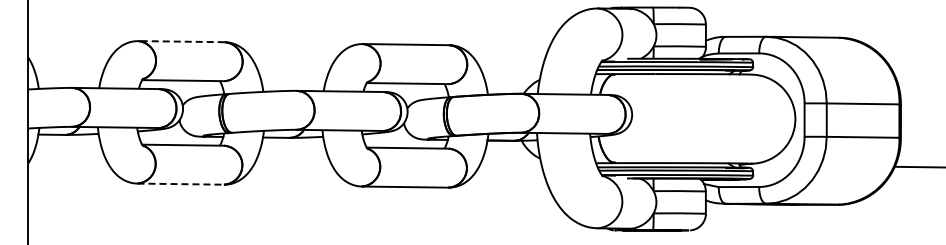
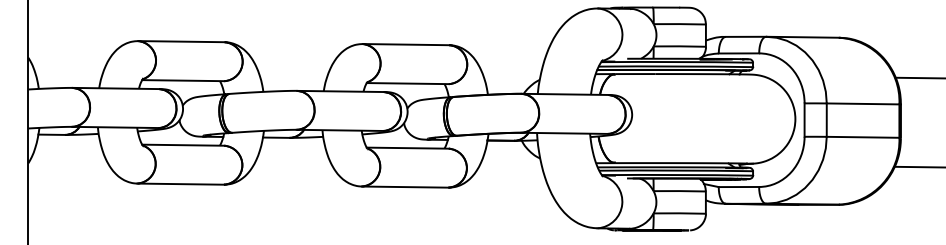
line at (181, 41): dashed -> solid
line at (918, 77): none -> present
line at (181, 184): dashed -> solid
